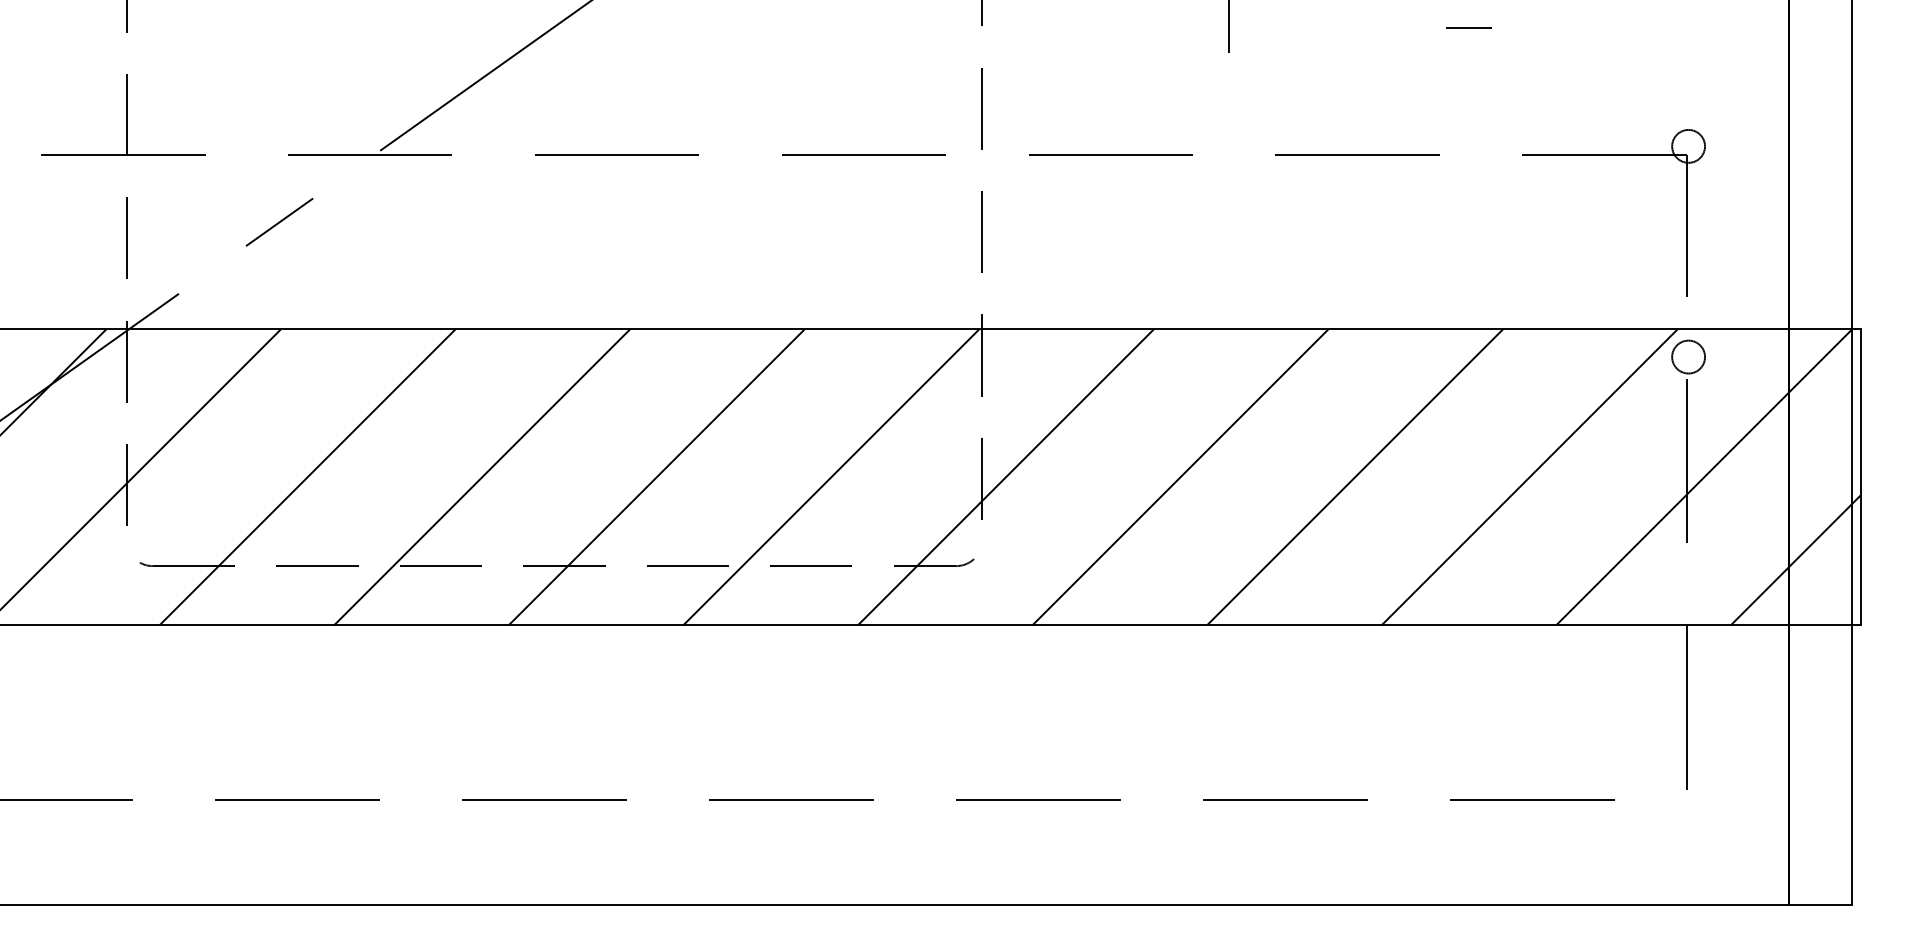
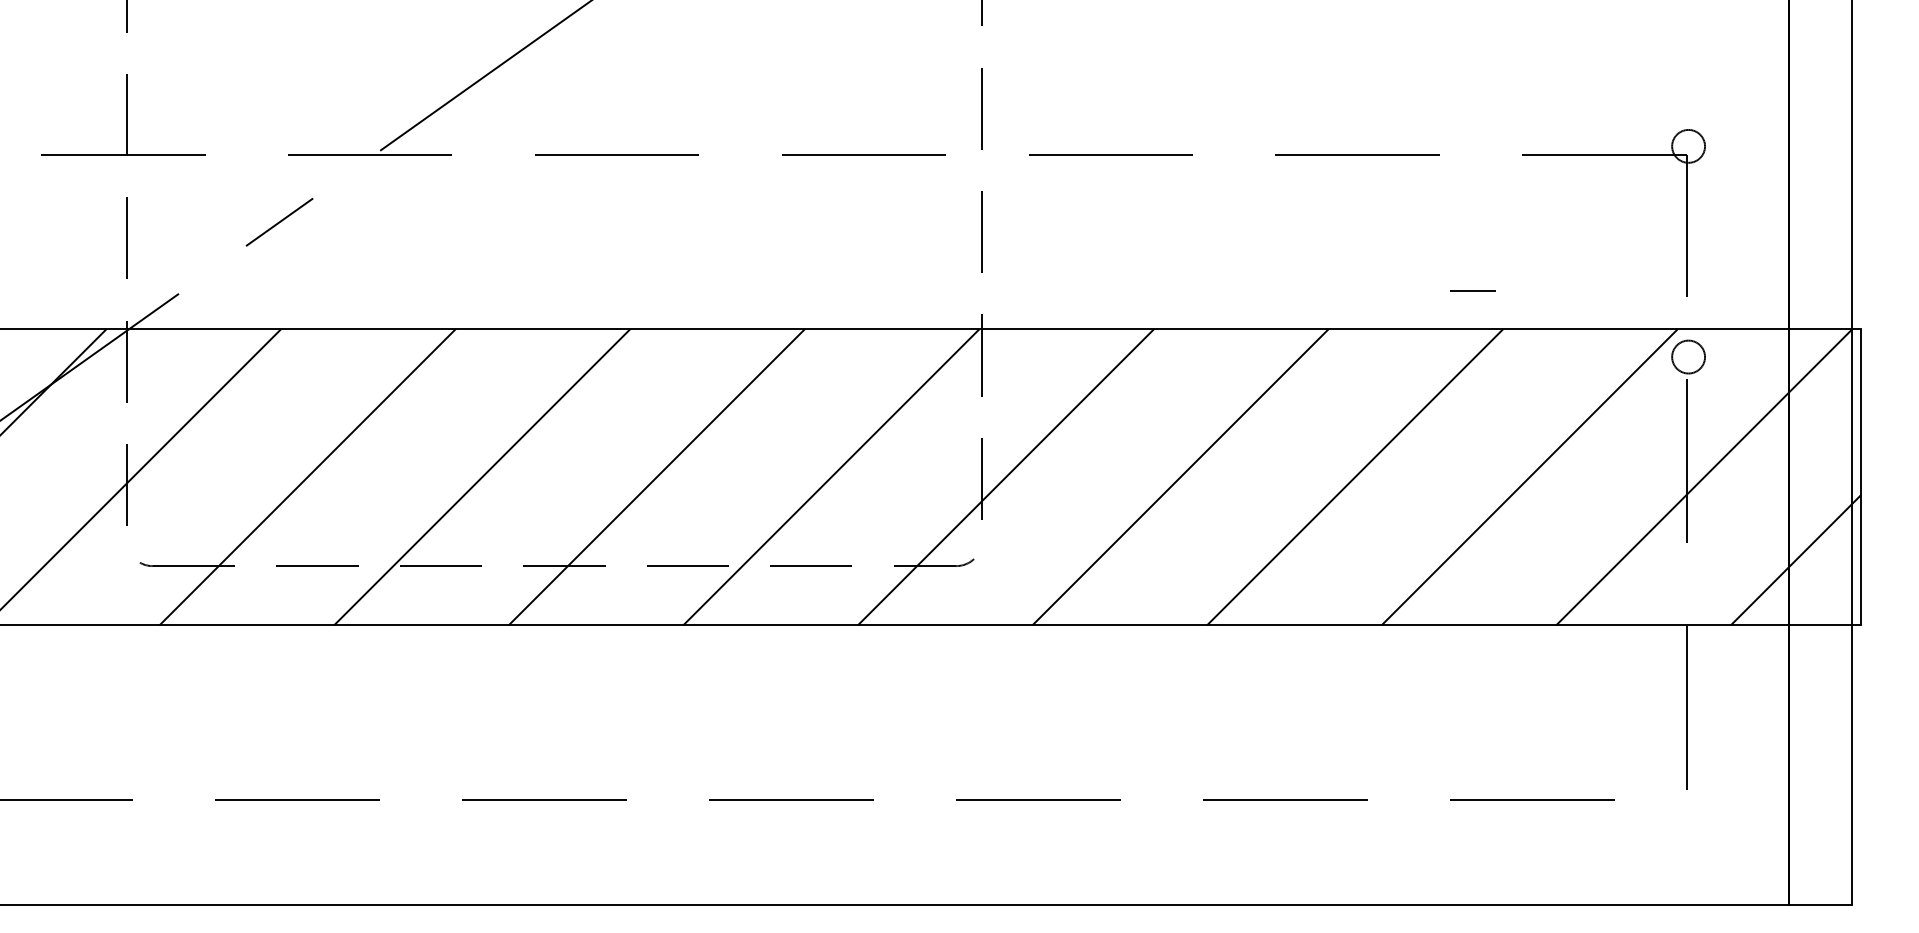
line at (1229, 27): present -> none
line at (1468, 27) position: (1468, 27) -> (1472, 290)
